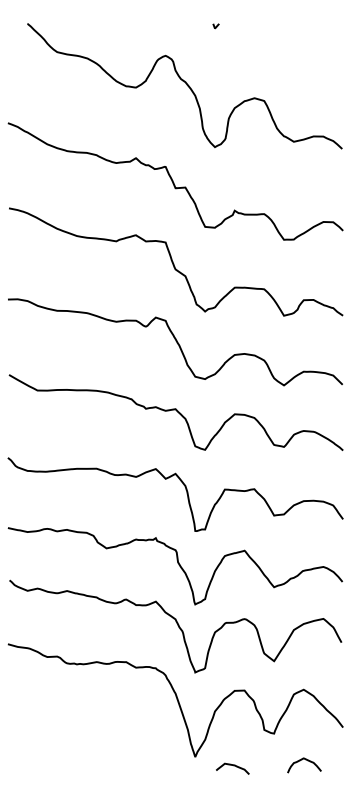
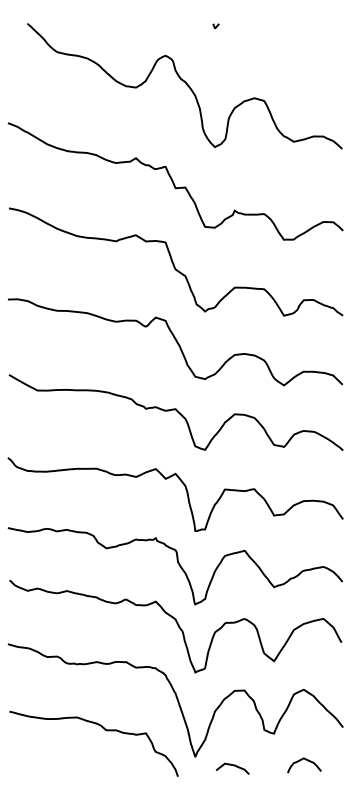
curve at (103, 729): none -> present
